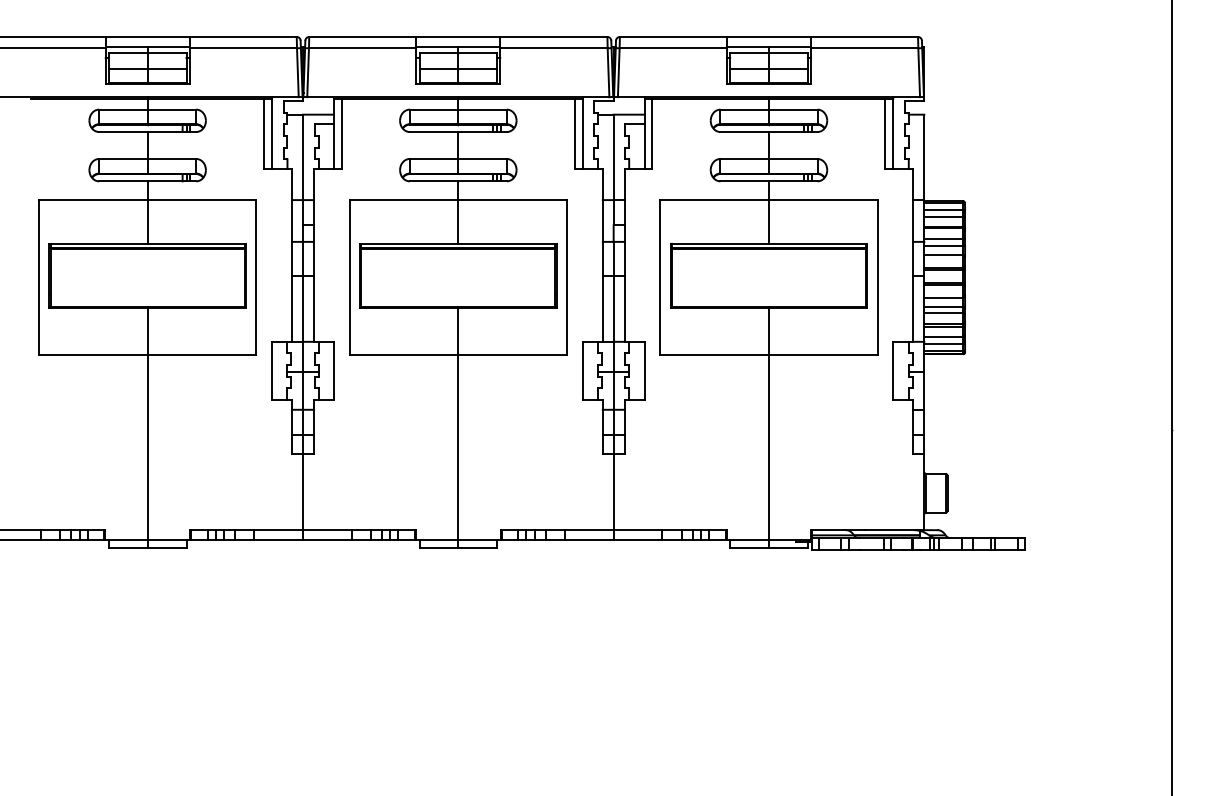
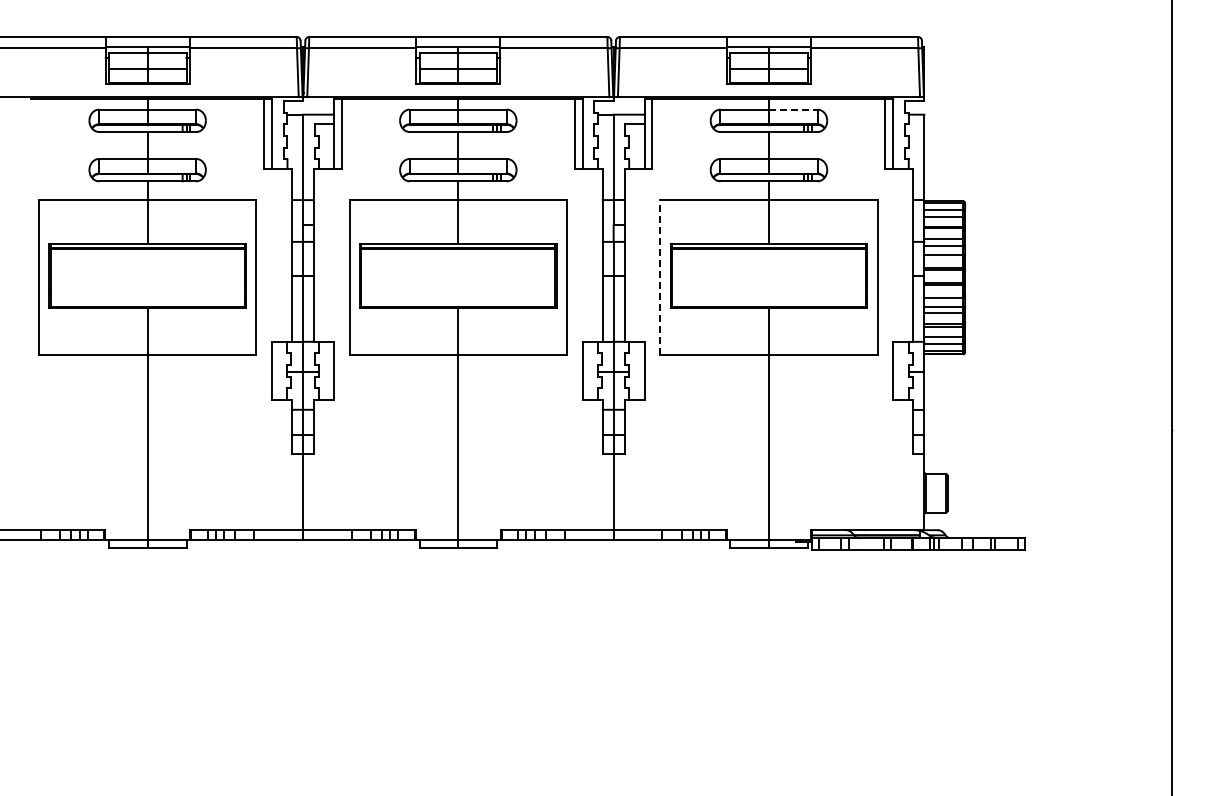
line at (793, 109): solid -> dashed
line at (660, 277): solid -> dashed
